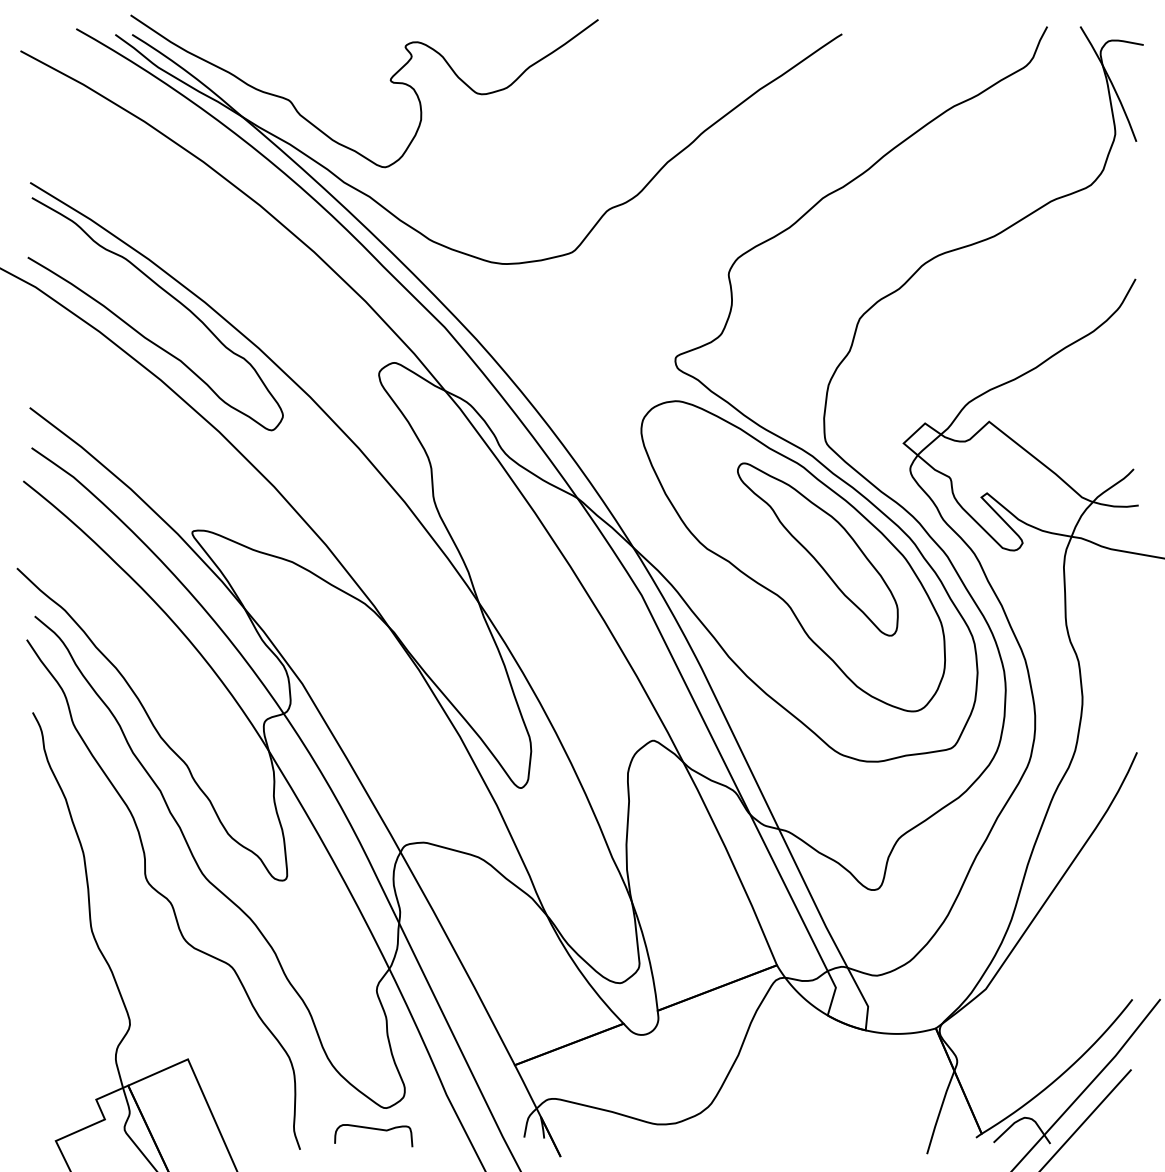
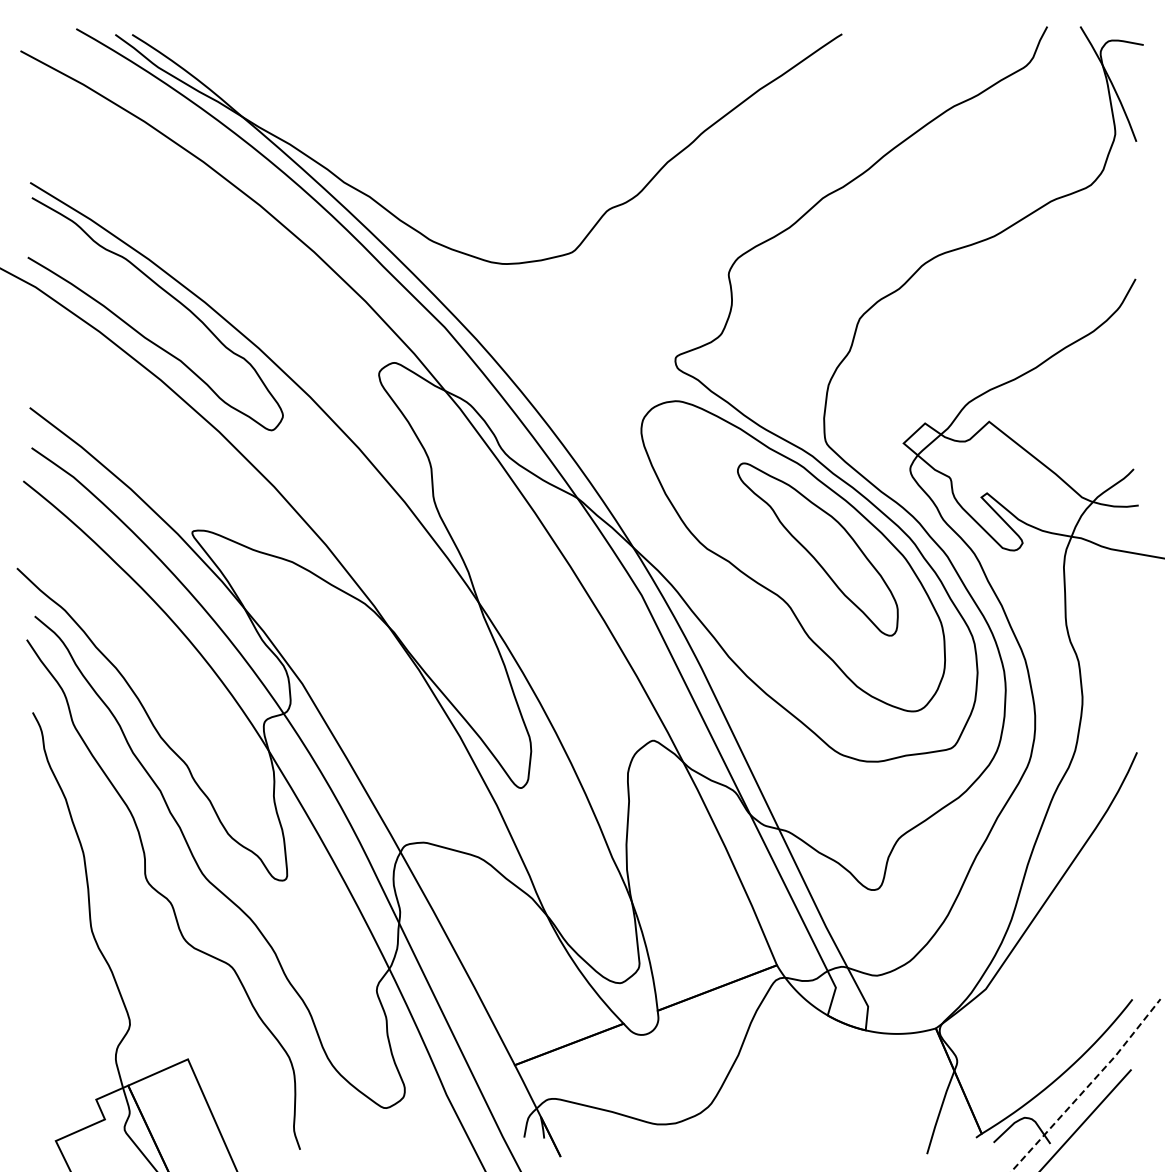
curve at (389, 80): present -> none
line at (1088, 1086): solid -> dashed
curve at (373, 1129): present -> none
